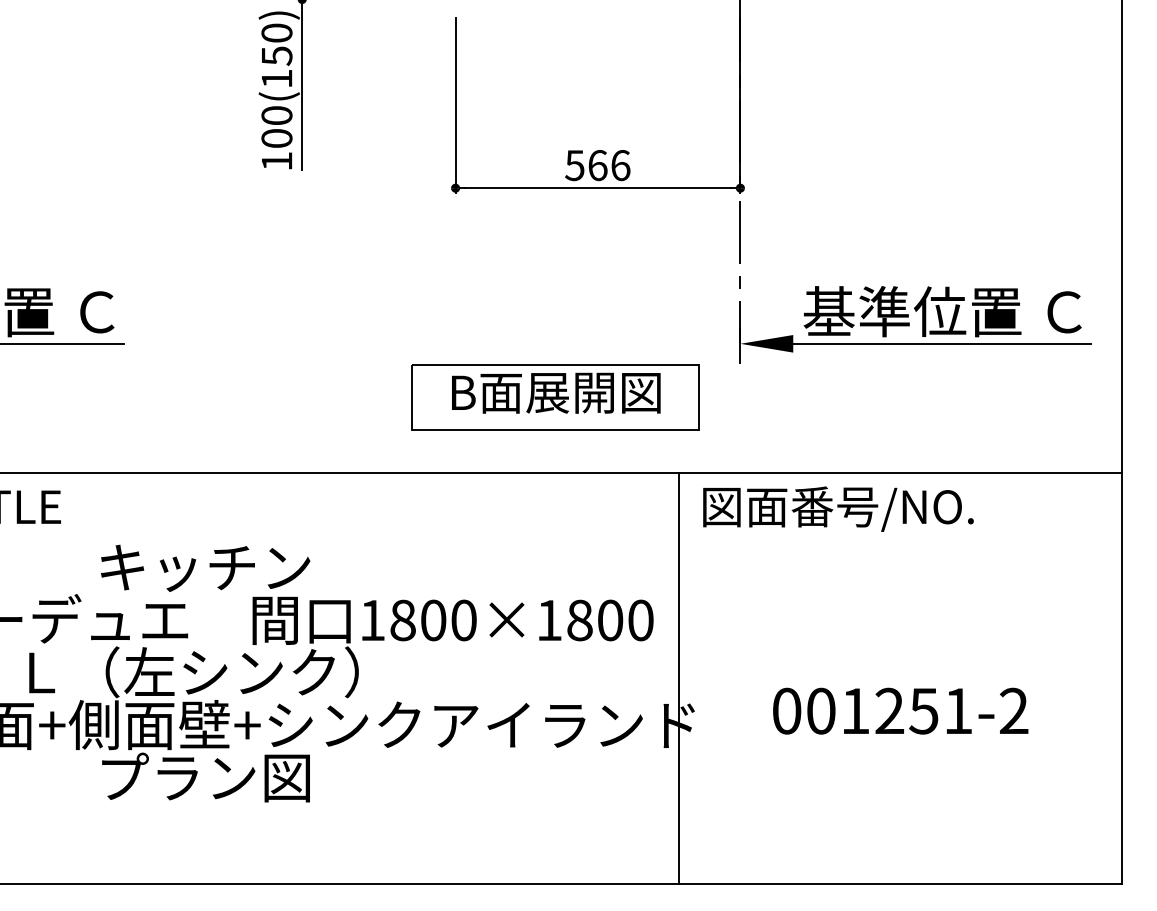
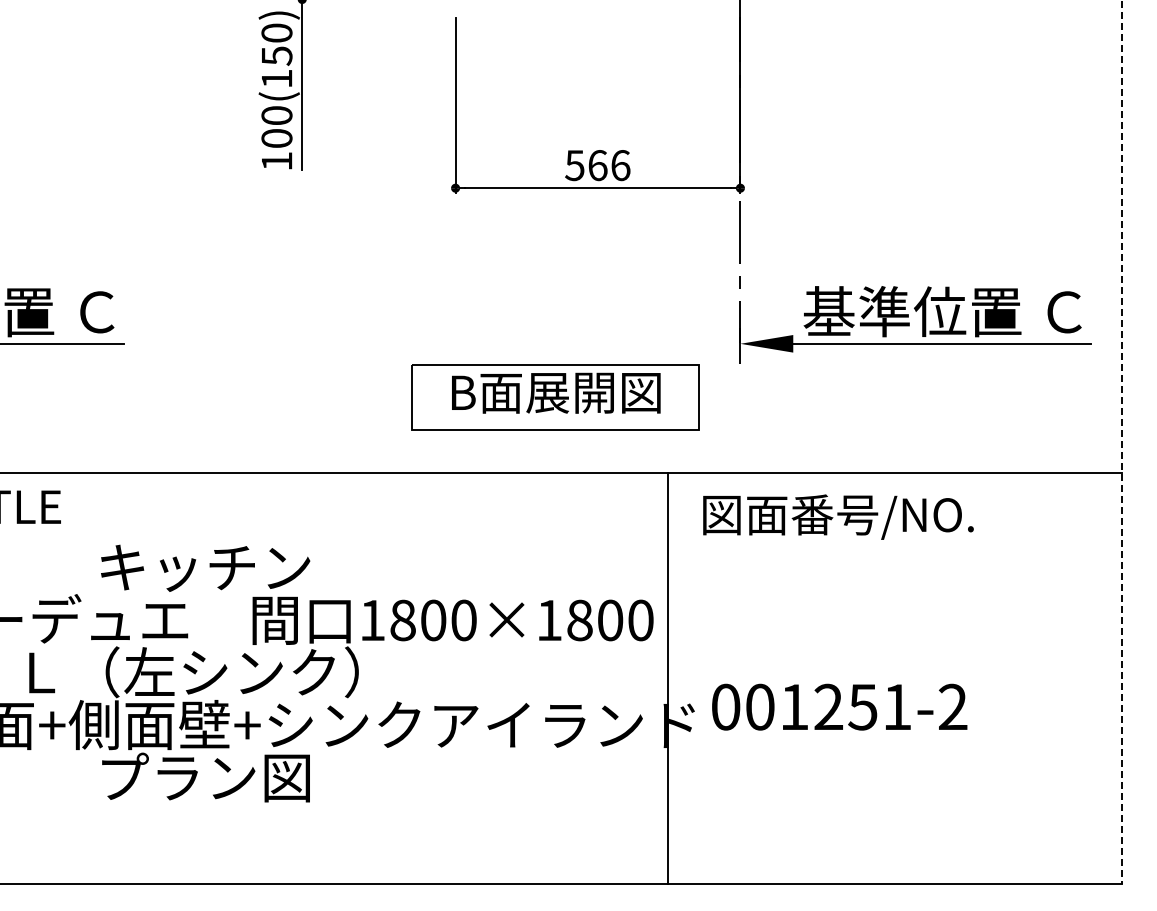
line at (1122, 441): solid -> dashed
text at (838, 508) position: (838, 508) -> (838, 516)
line at (679, 677) position: (679, 677) -> (668, 677)
text at (900, 710) position: (900, 710) -> (839, 706)
